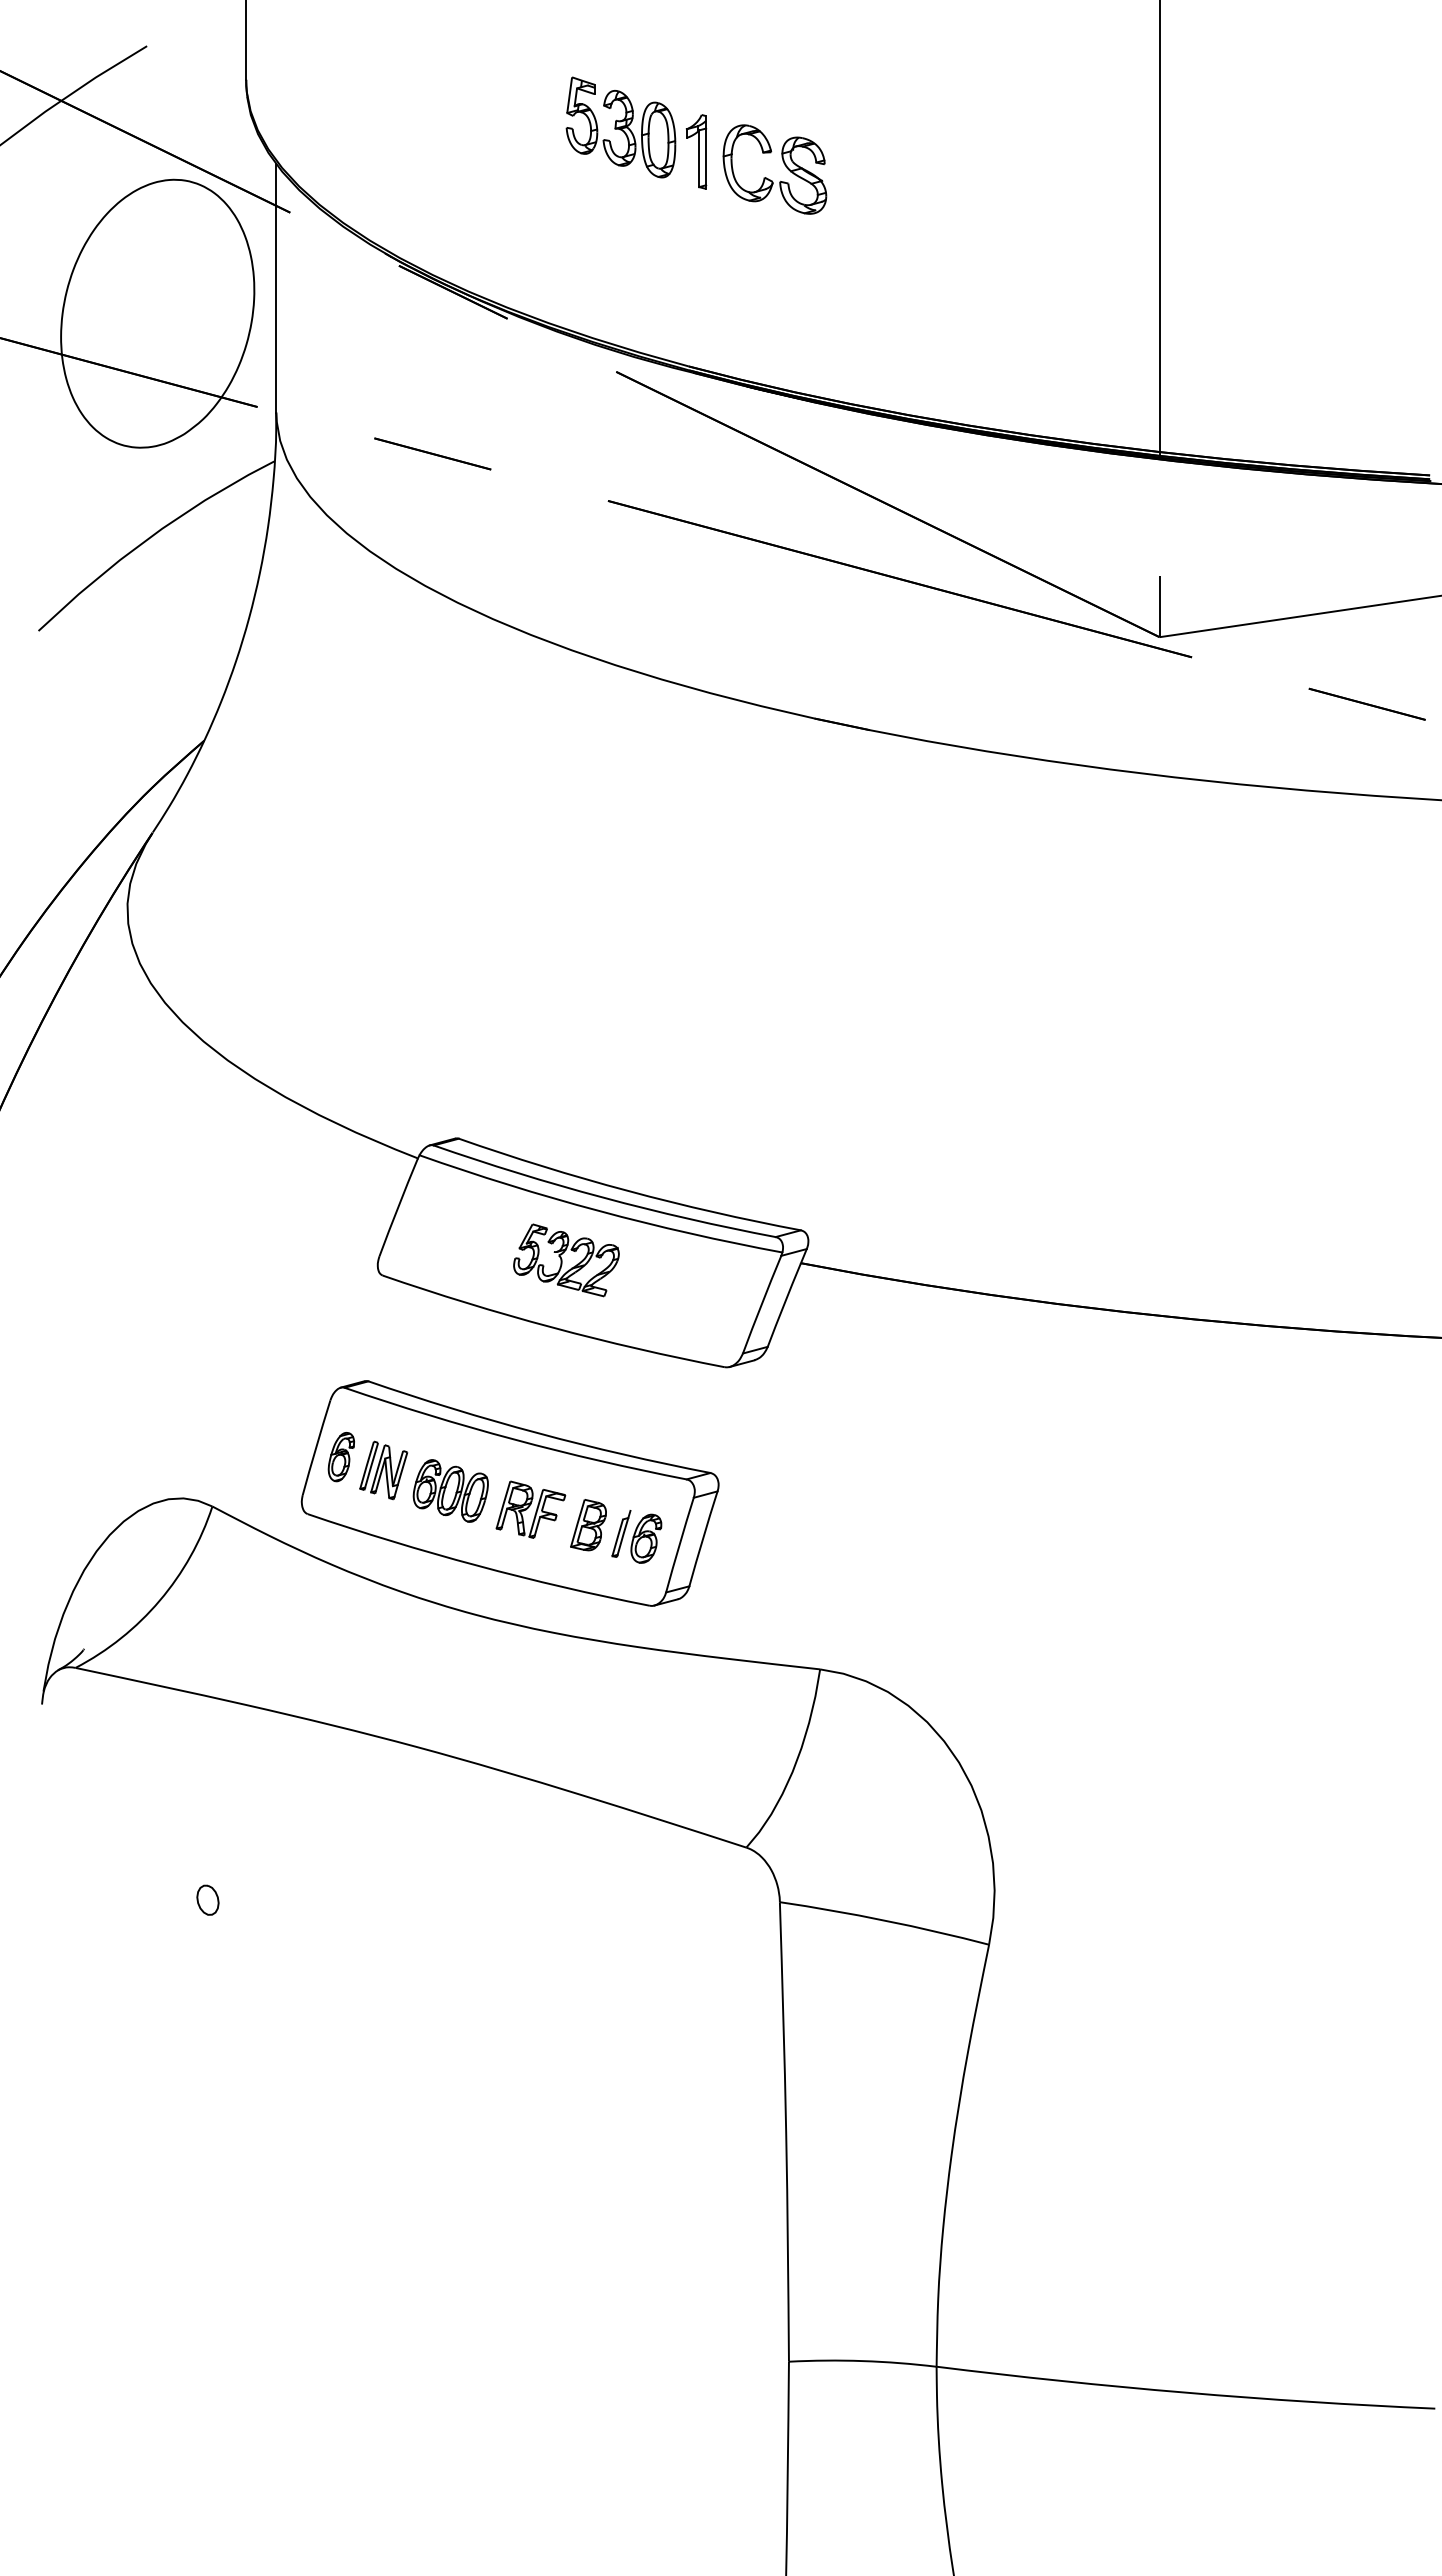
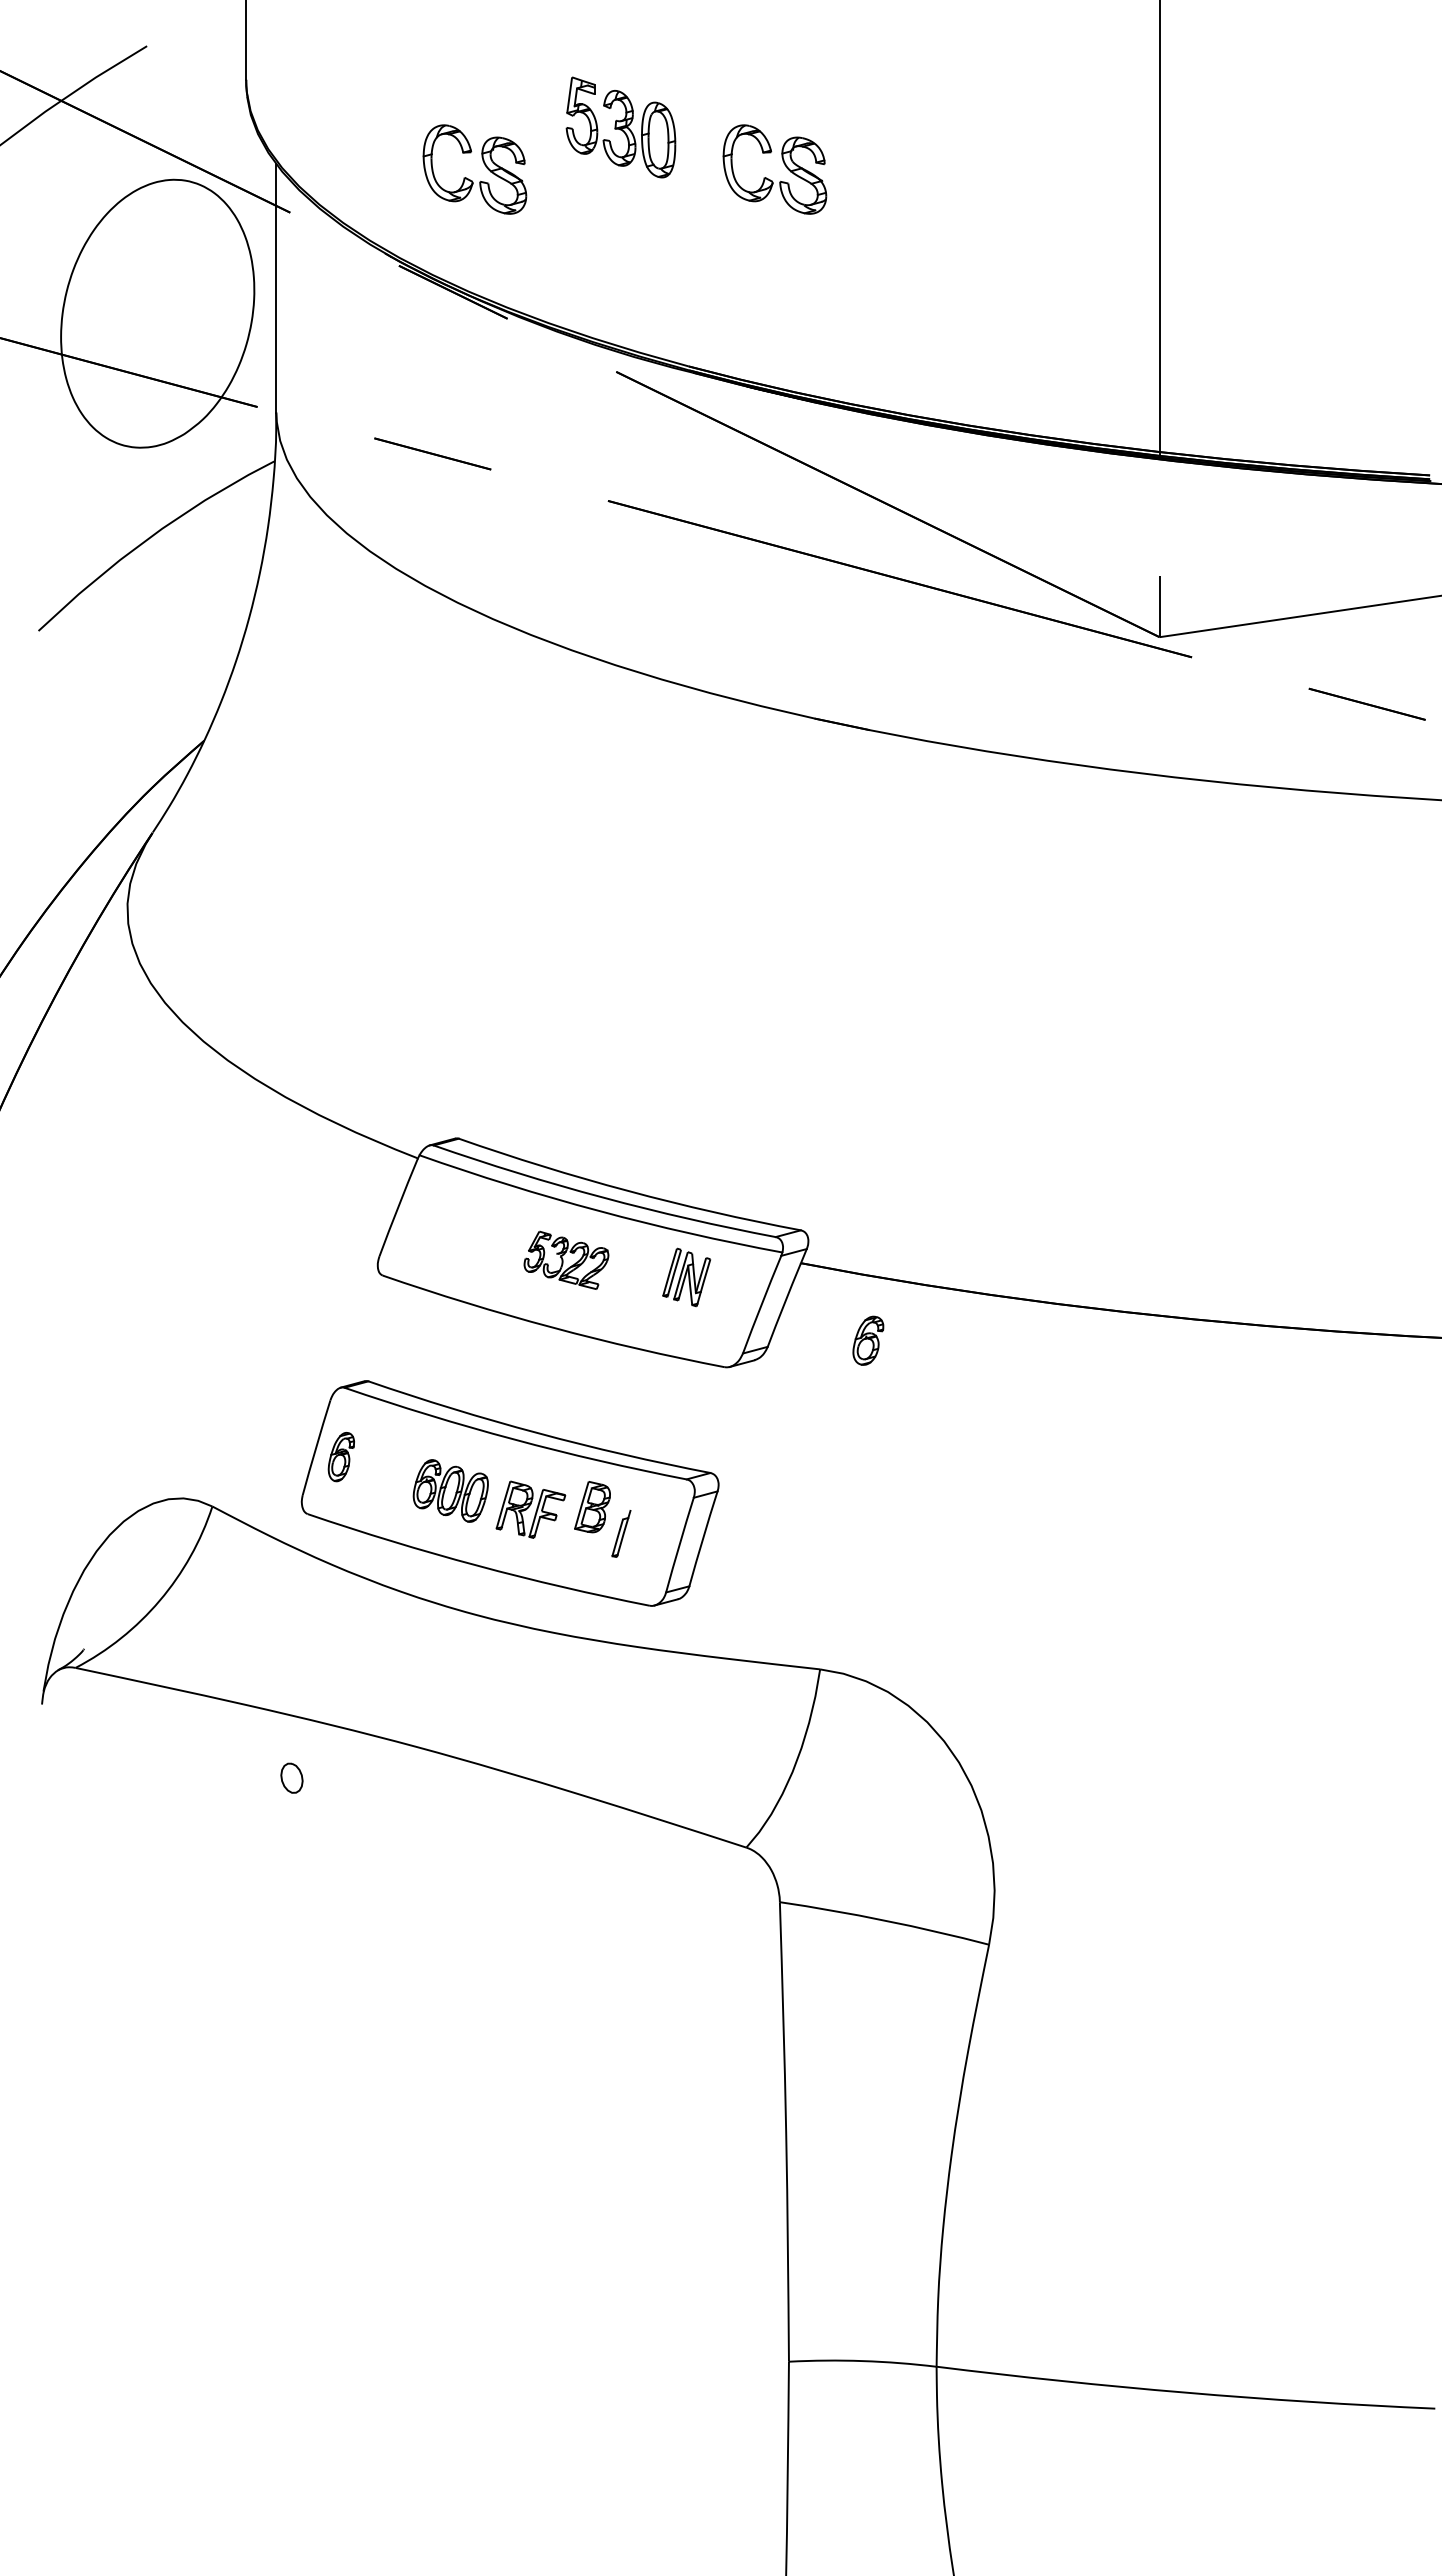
part at (696, 151): present -> none
part at (484, 165): none -> present
part at (566, 1260) size: 107x75 px -> 87x60 px
part at (383, 1470) position: (383, 1470) -> (686, 1277)
part at (588, 1525) position: (588, 1525) -> (592, 1507)
part at (646, 1538) position: (646, 1538) -> (868, 1340)
part at (207, 1899) position: (207, 1899) -> (291, 1777)
